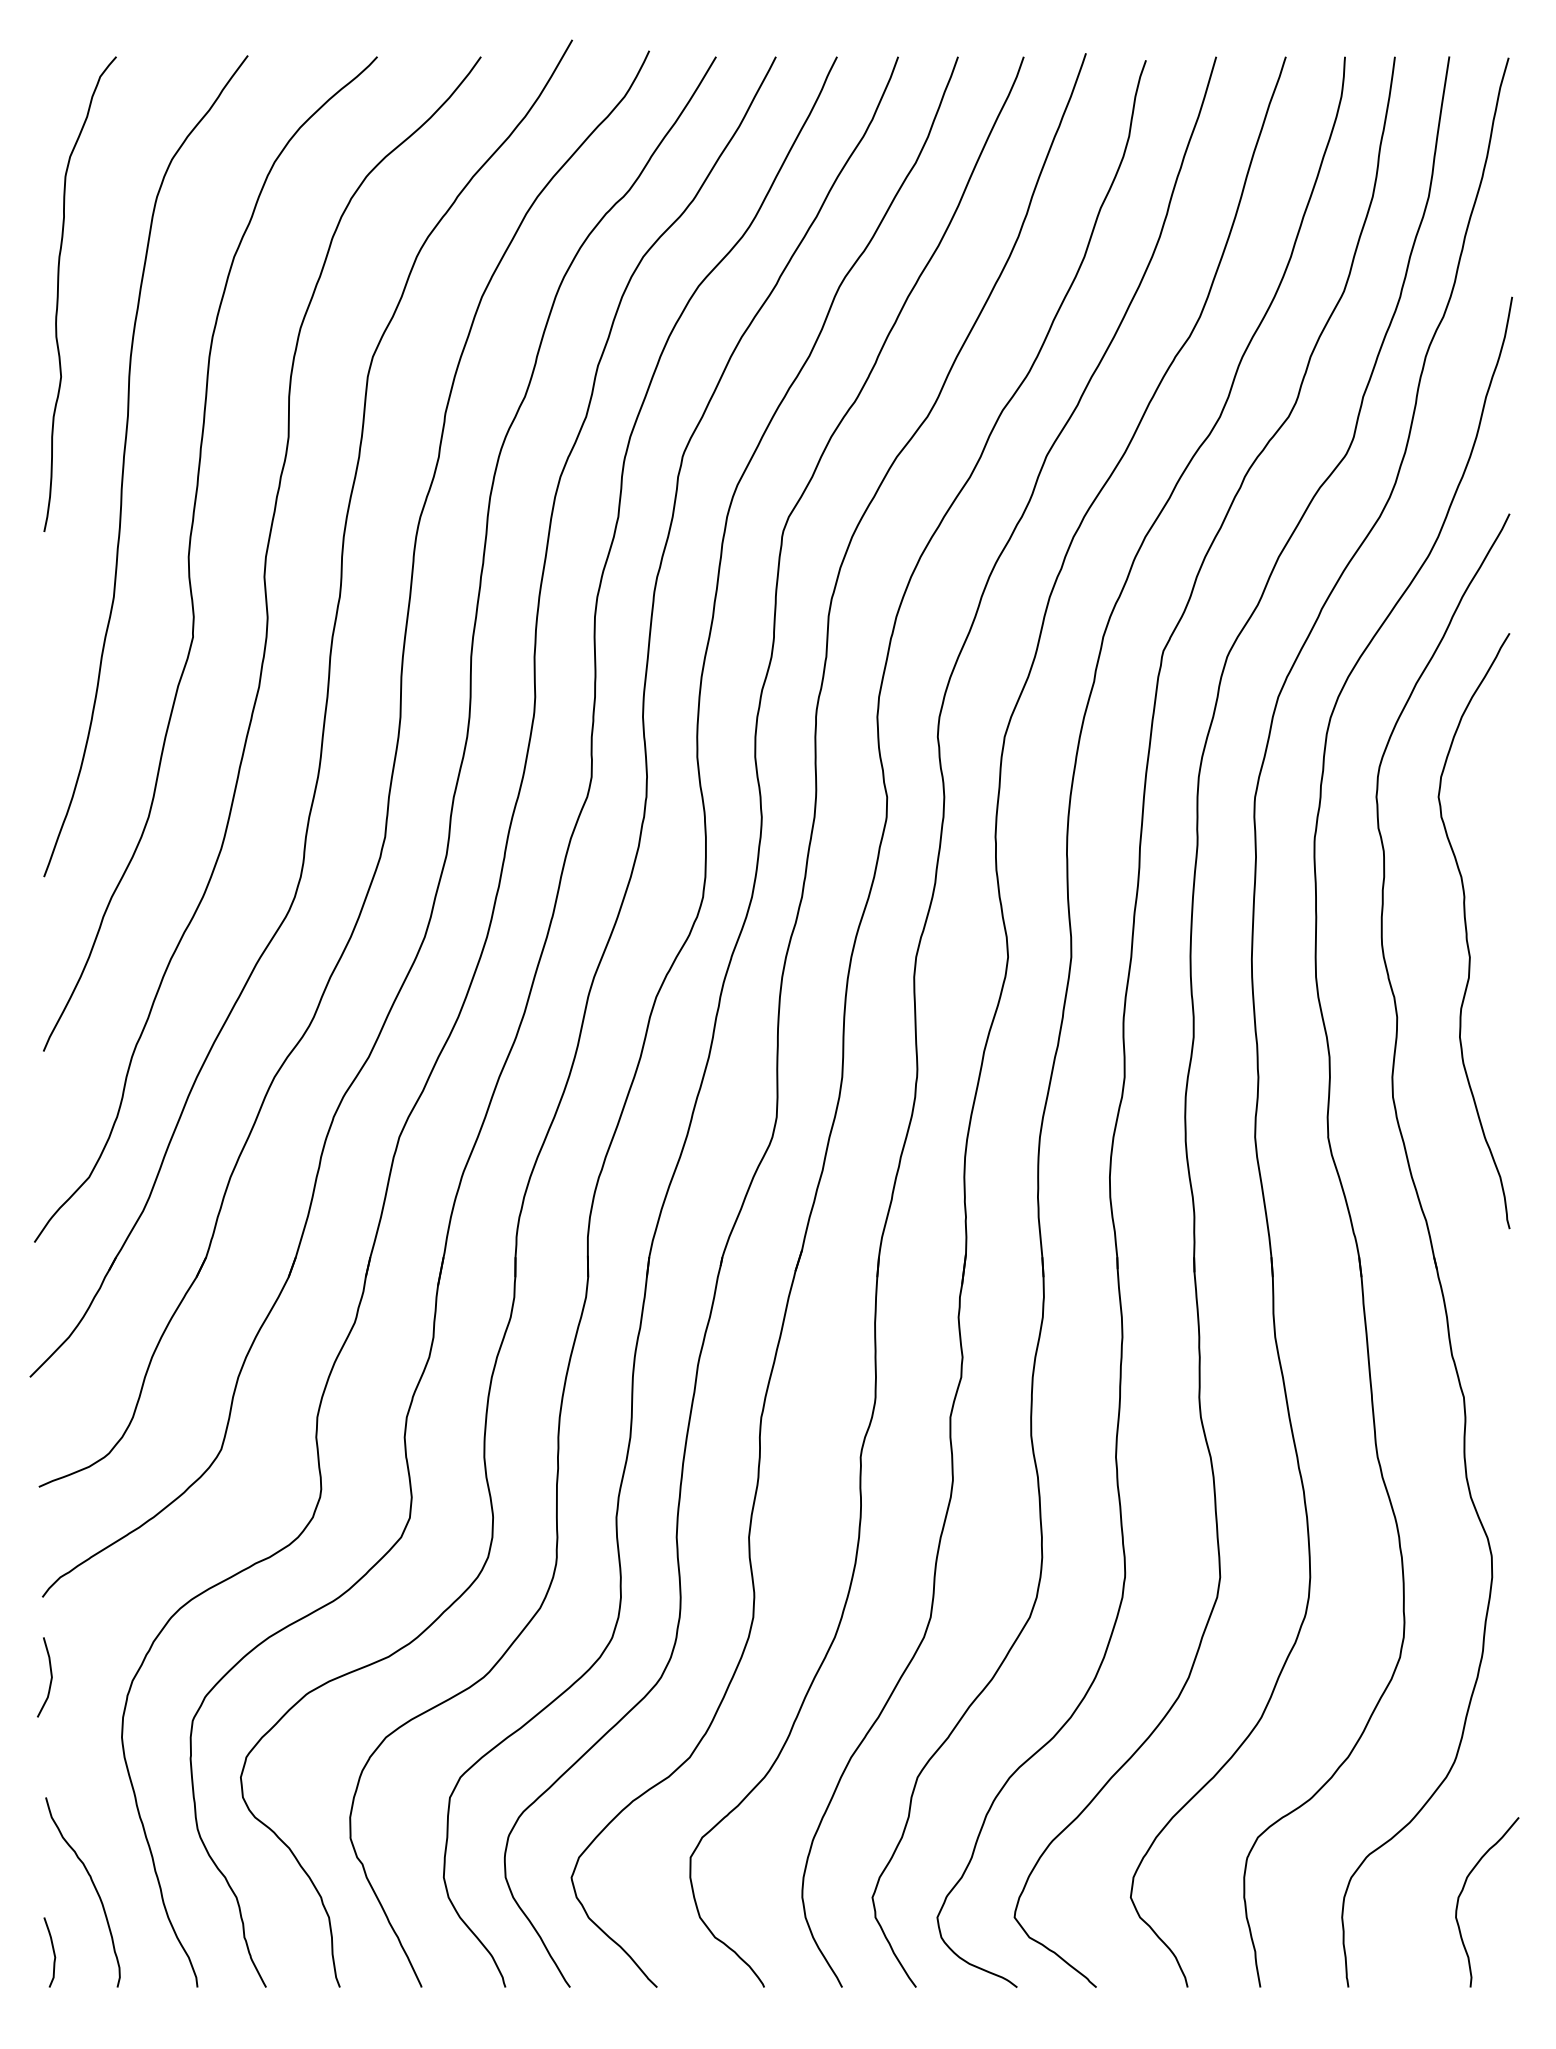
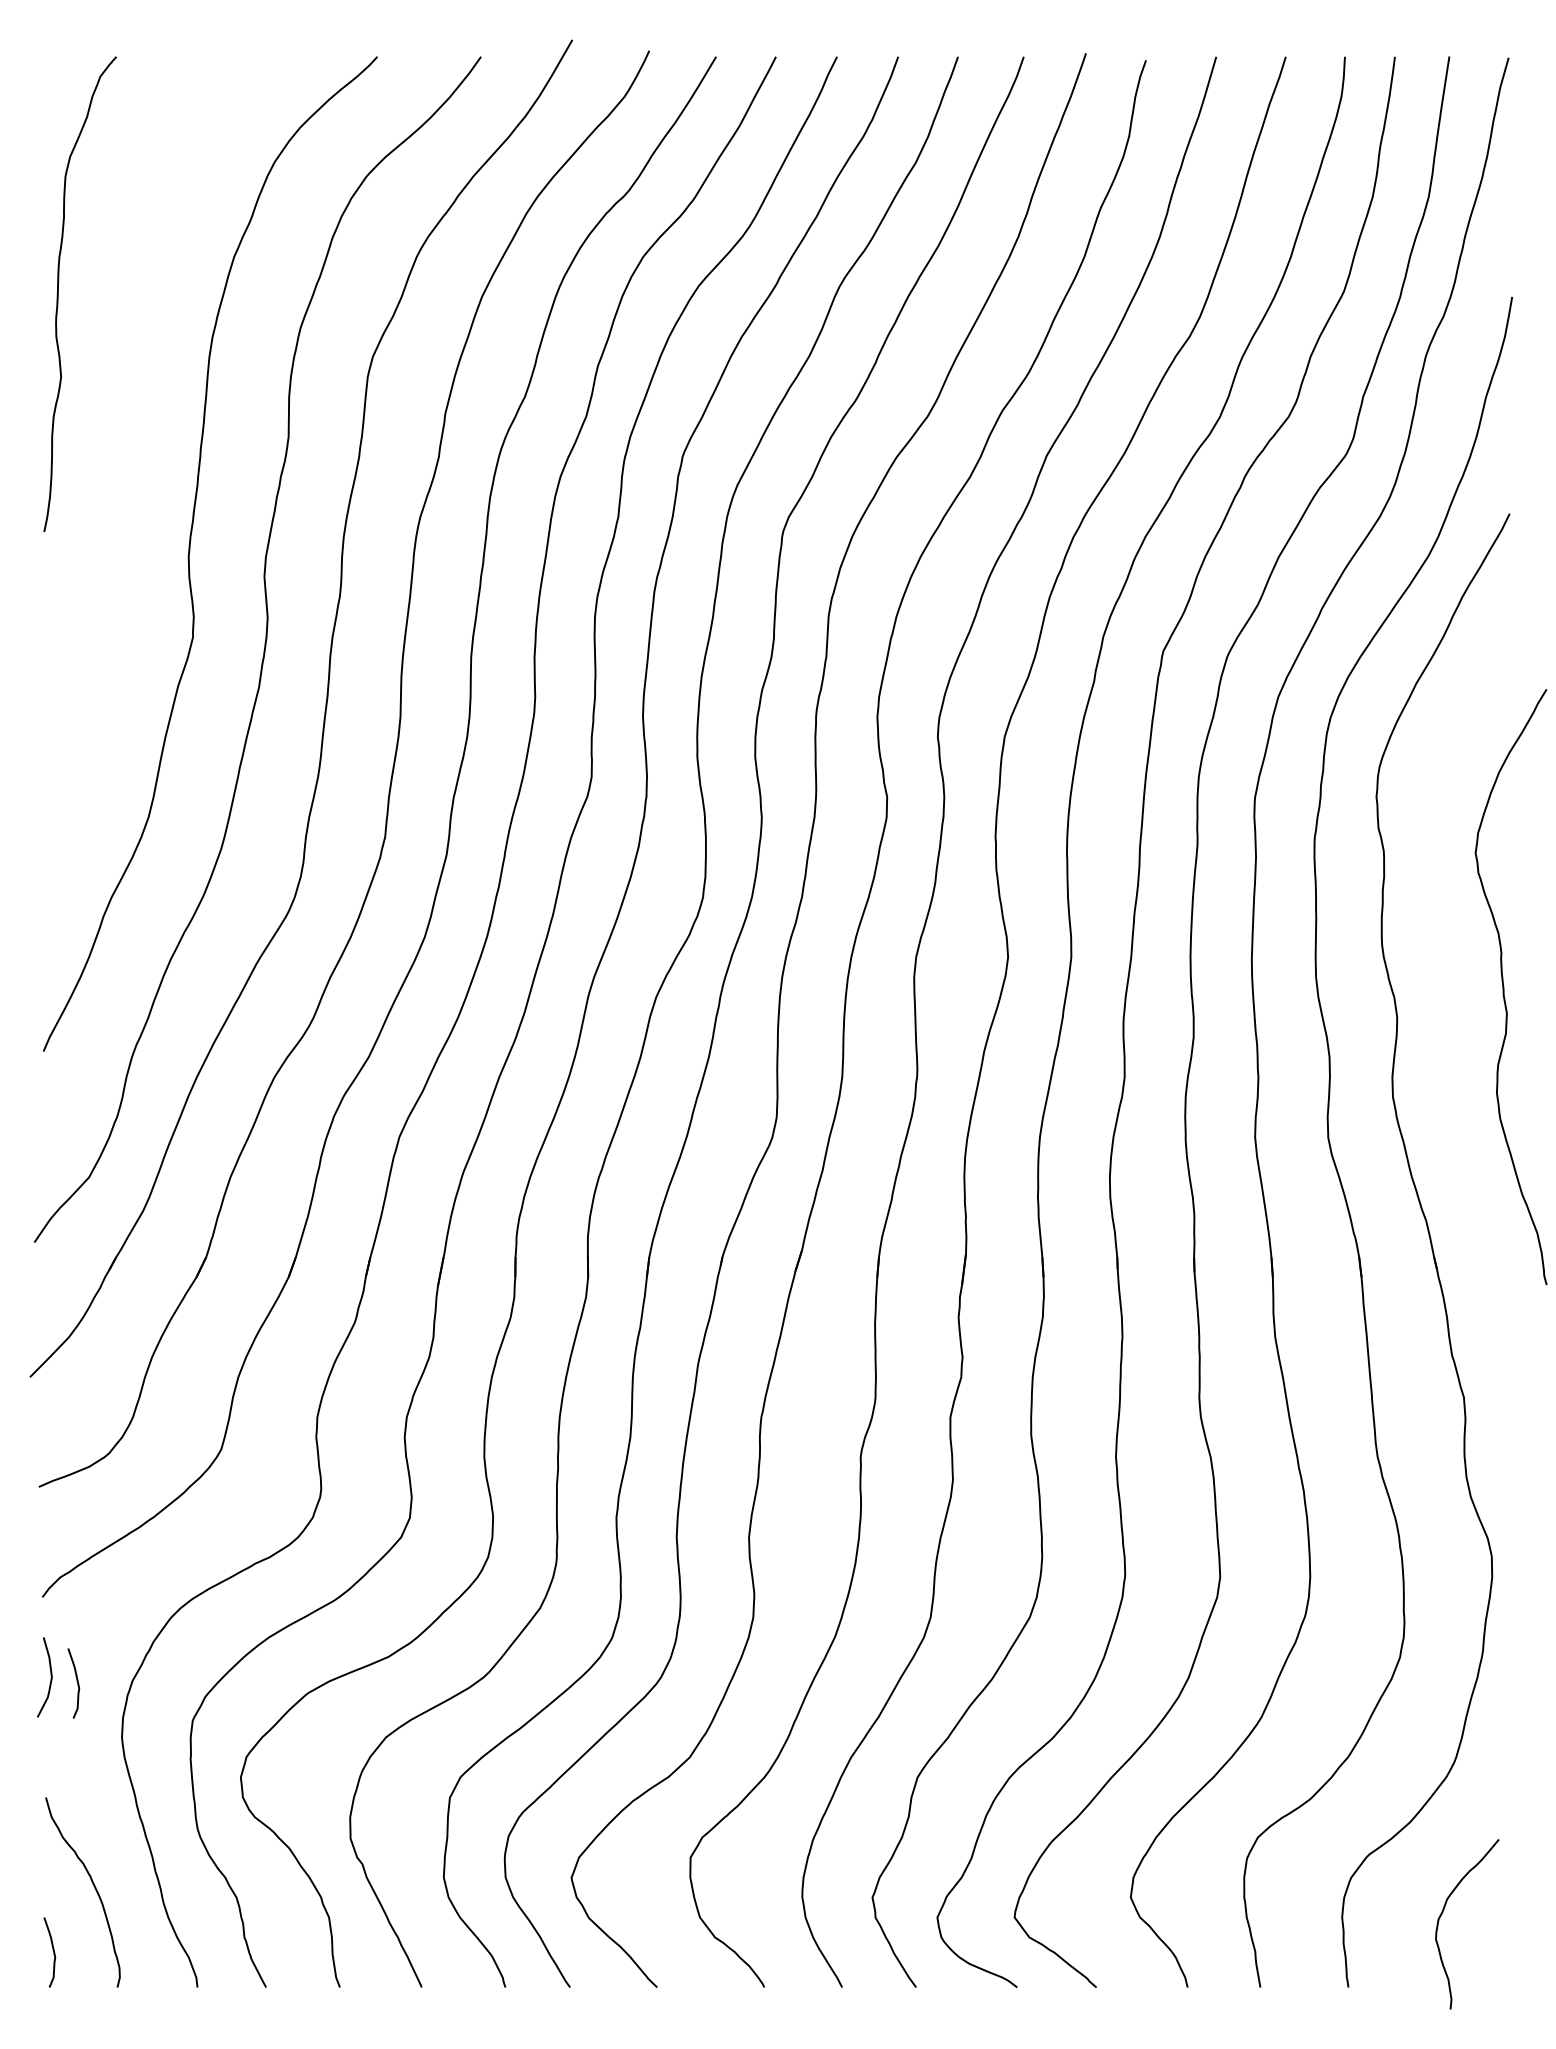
curve at (124, 466): present -> none
curve at (1467, 931) position: (1467, 931) -> (1504, 987)
curve at (76, 1681): none -> present
curve at (1463, 1890) position: (1463, 1890) -> (1443, 1912)
